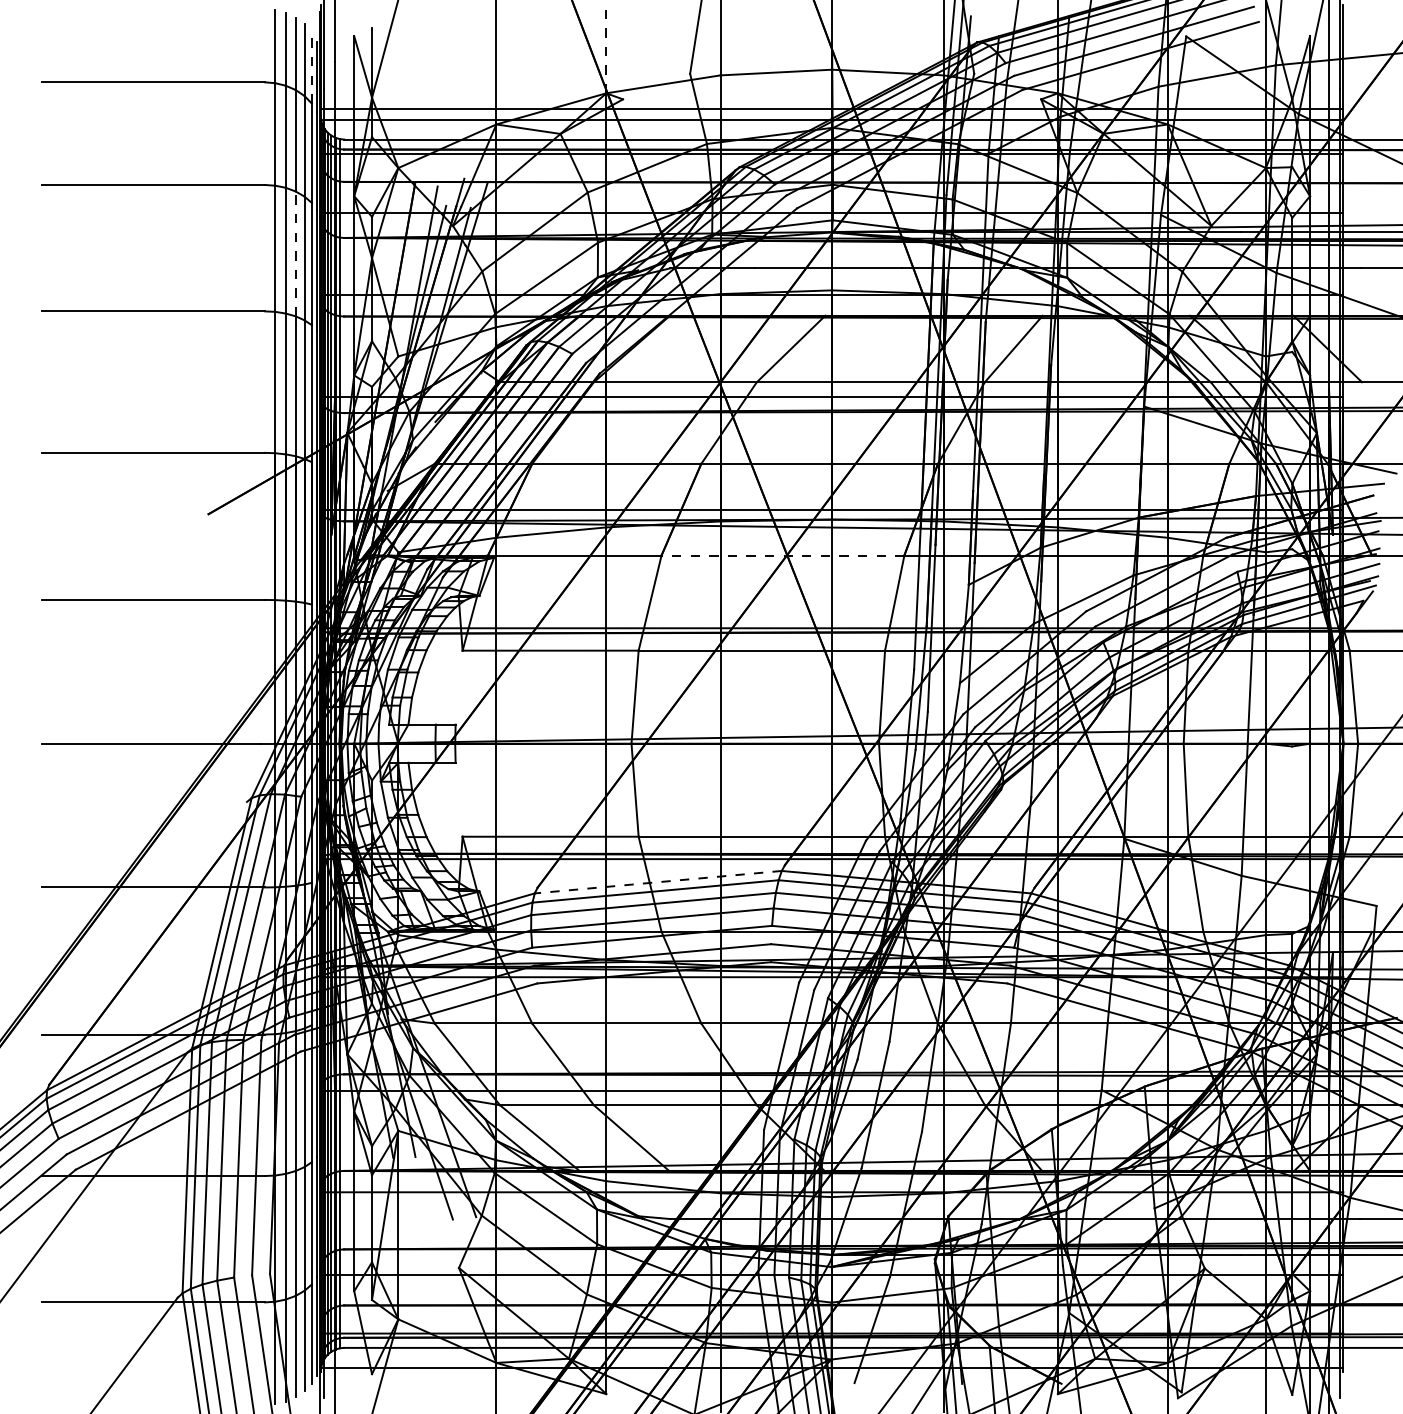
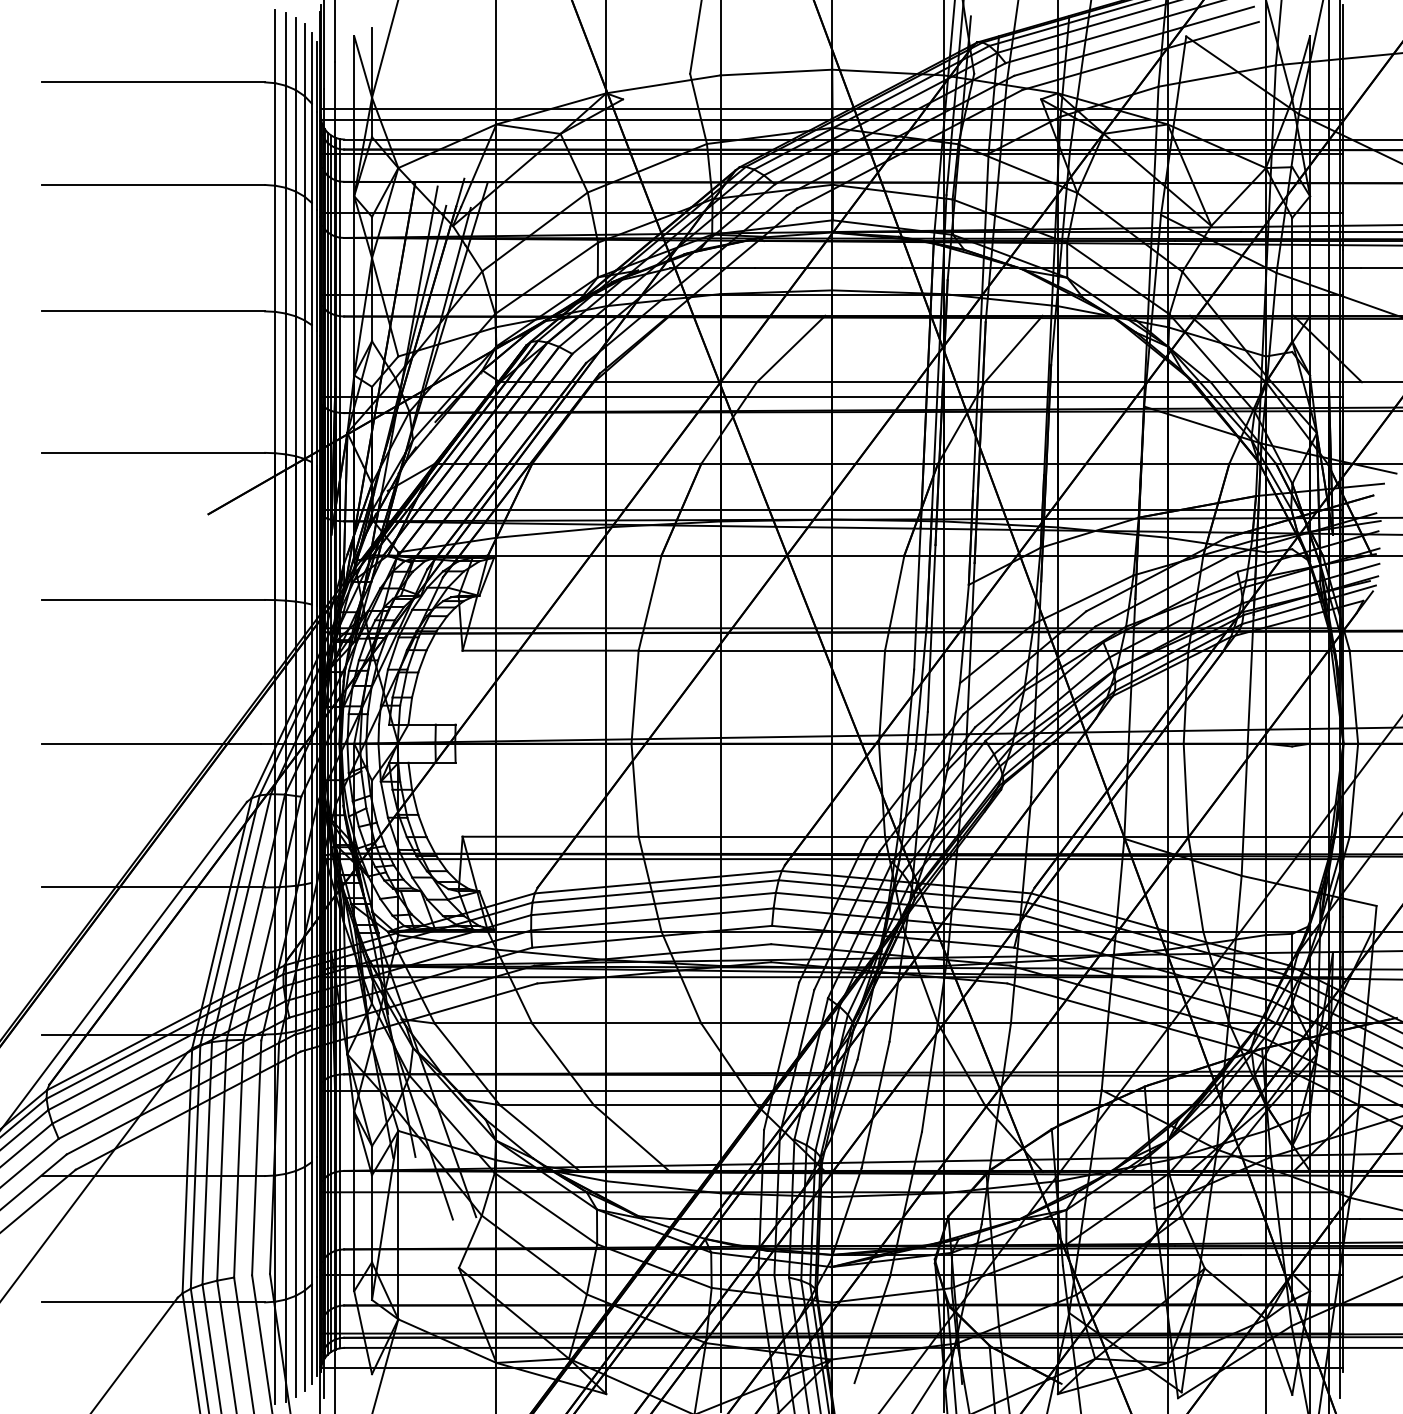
line at (606, 46): dashed -> solid
line at (311, 68): dashed -> solid
line at (295, 253): dashed -> solid
line at (782, 555): dashed -> solid
line at (657, 882): dashed -> solid
line at (124, 964): none -> present
